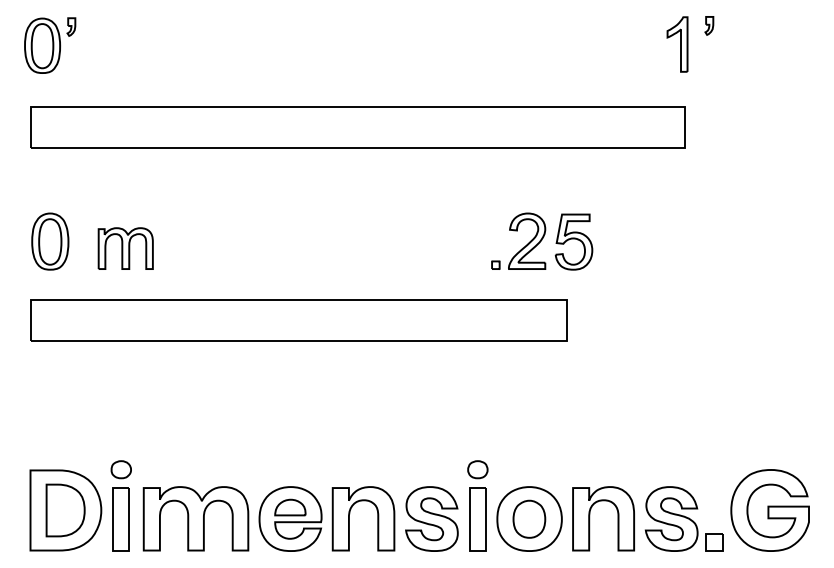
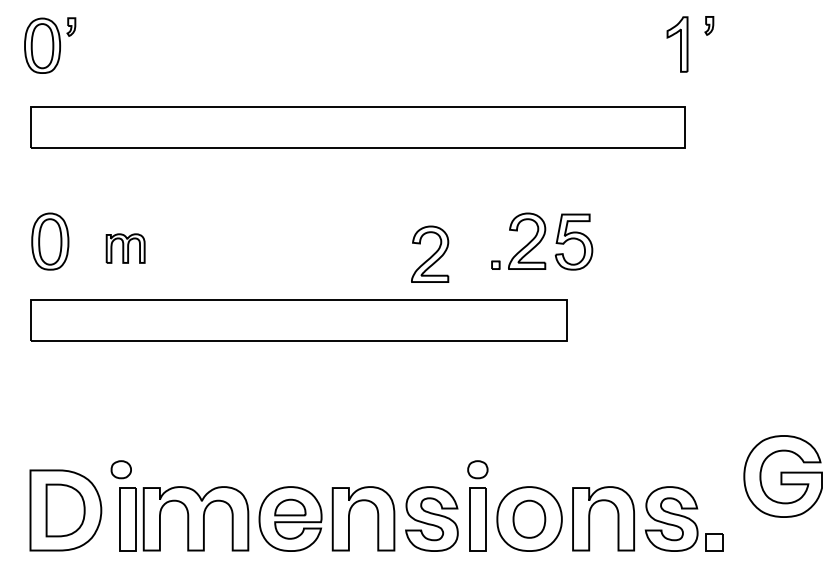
part at (125, 248) size: 57x43 px -> 41x31 px
part at (430, 253): none -> present
part at (769, 510) position: (769, 510) -> (782, 476)
part at (120, 519) position: (120, 519) -> (127, 519)
